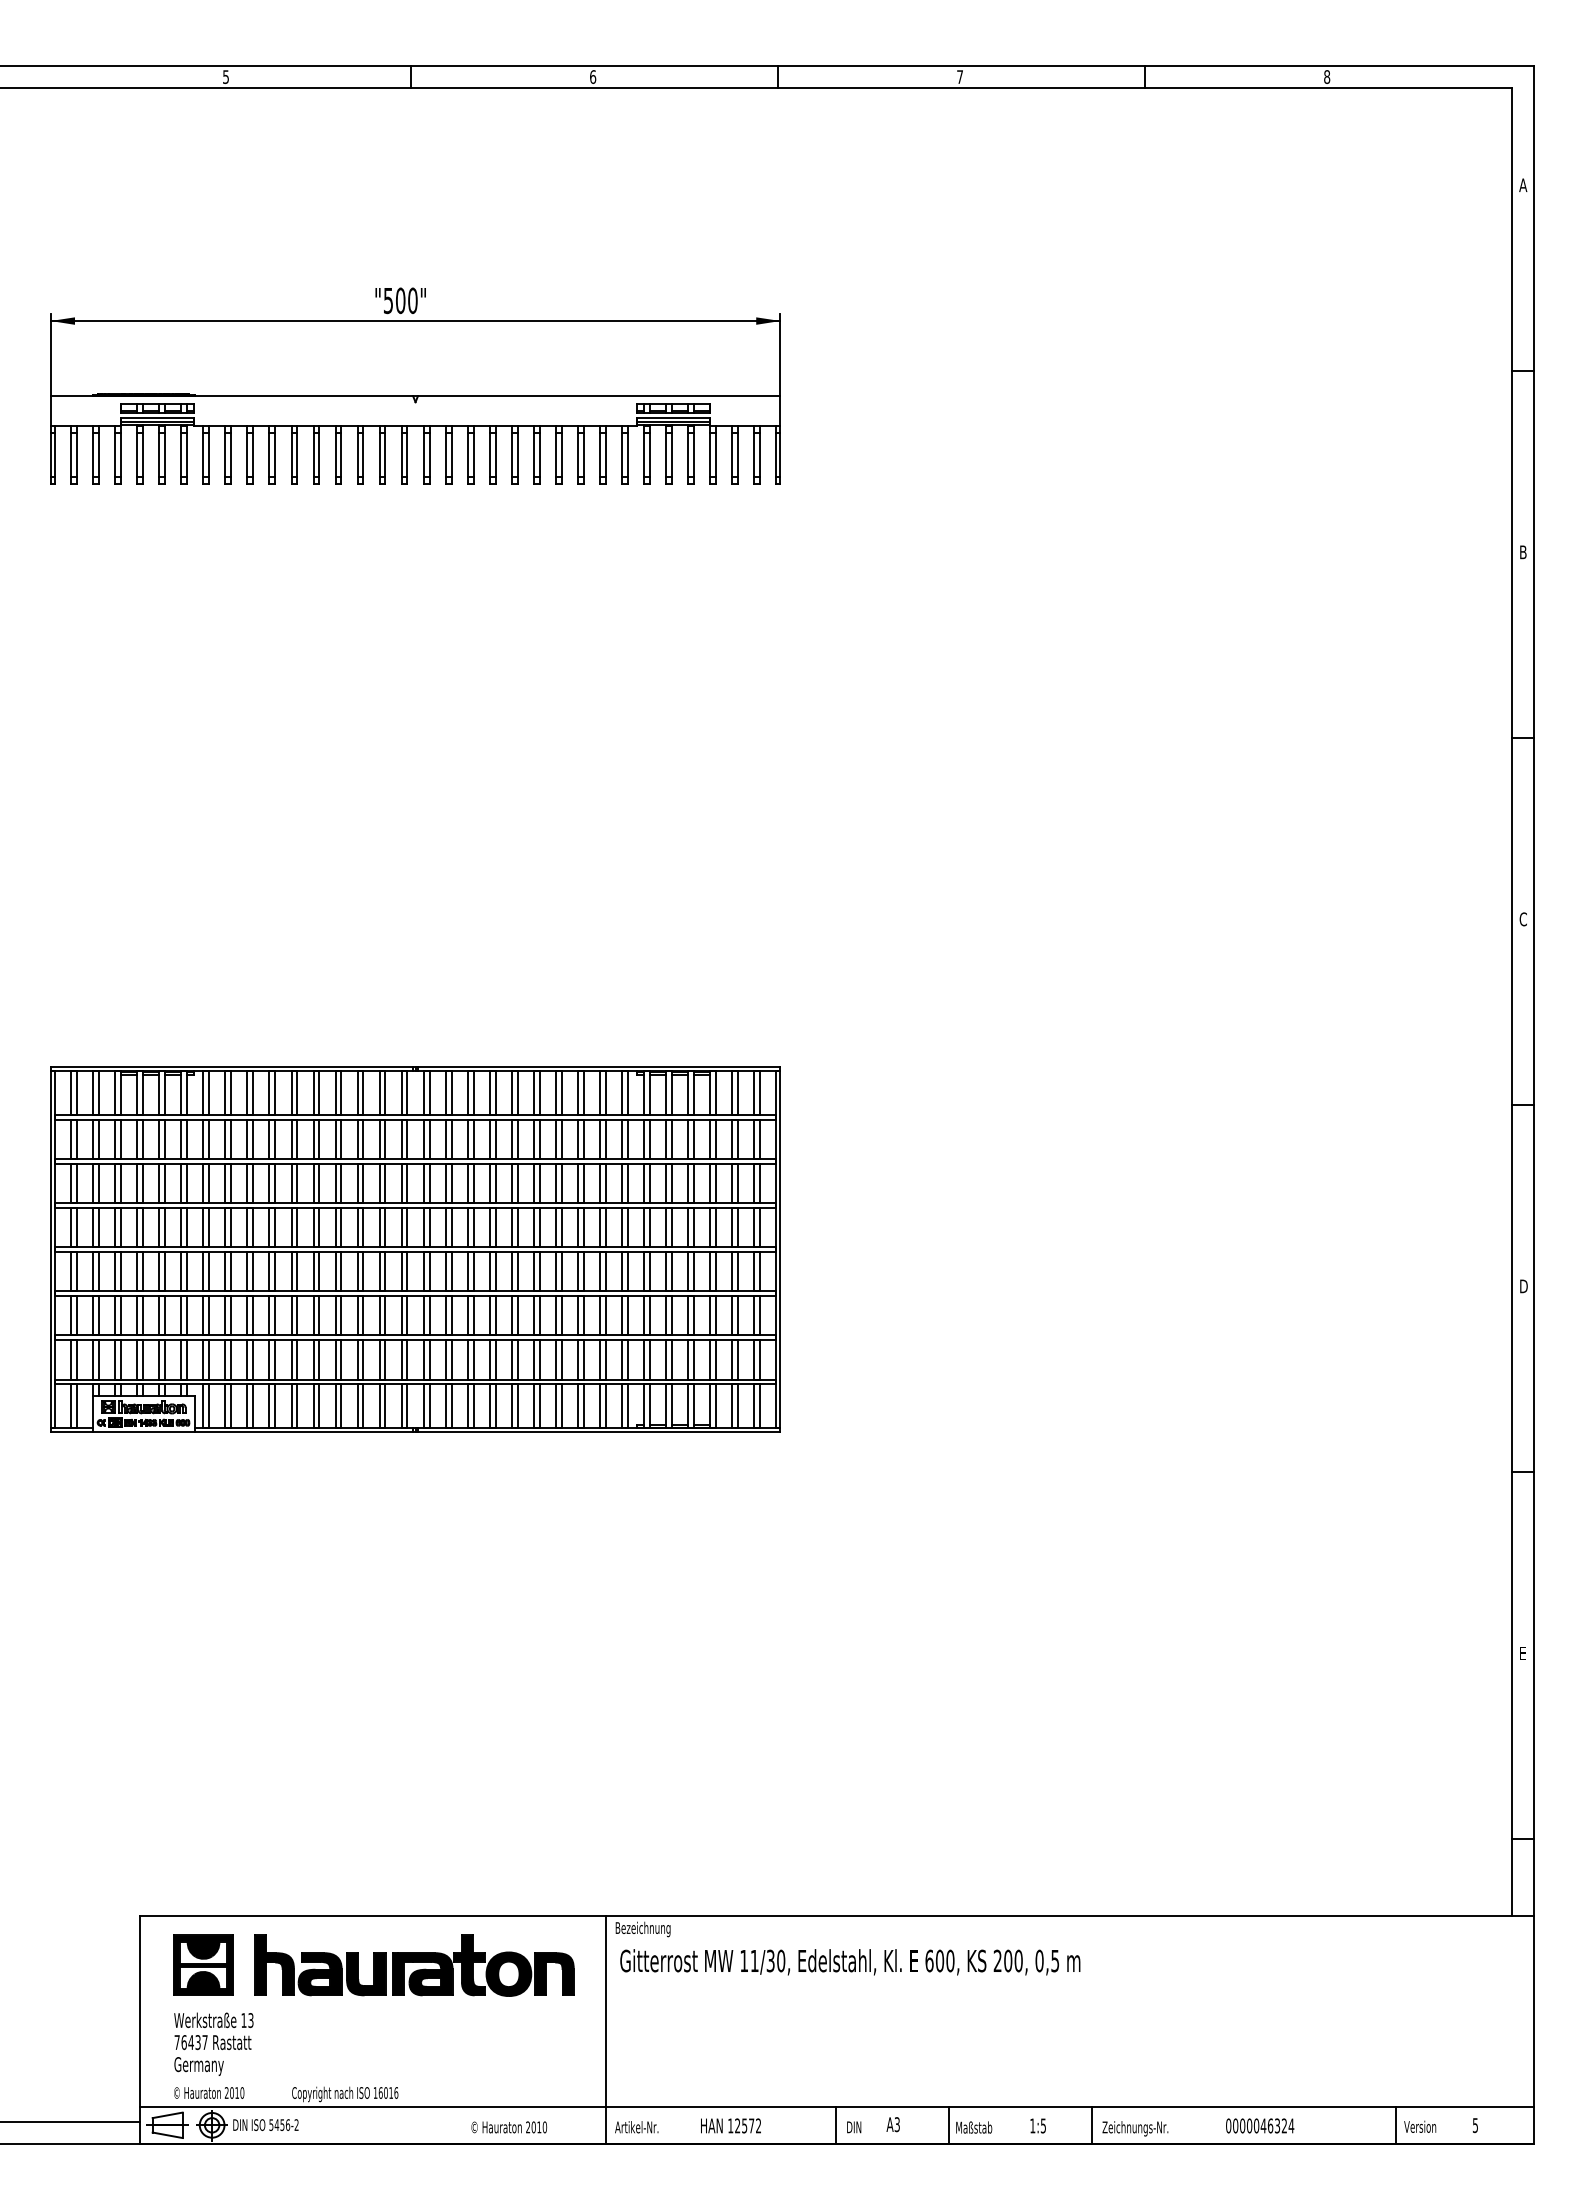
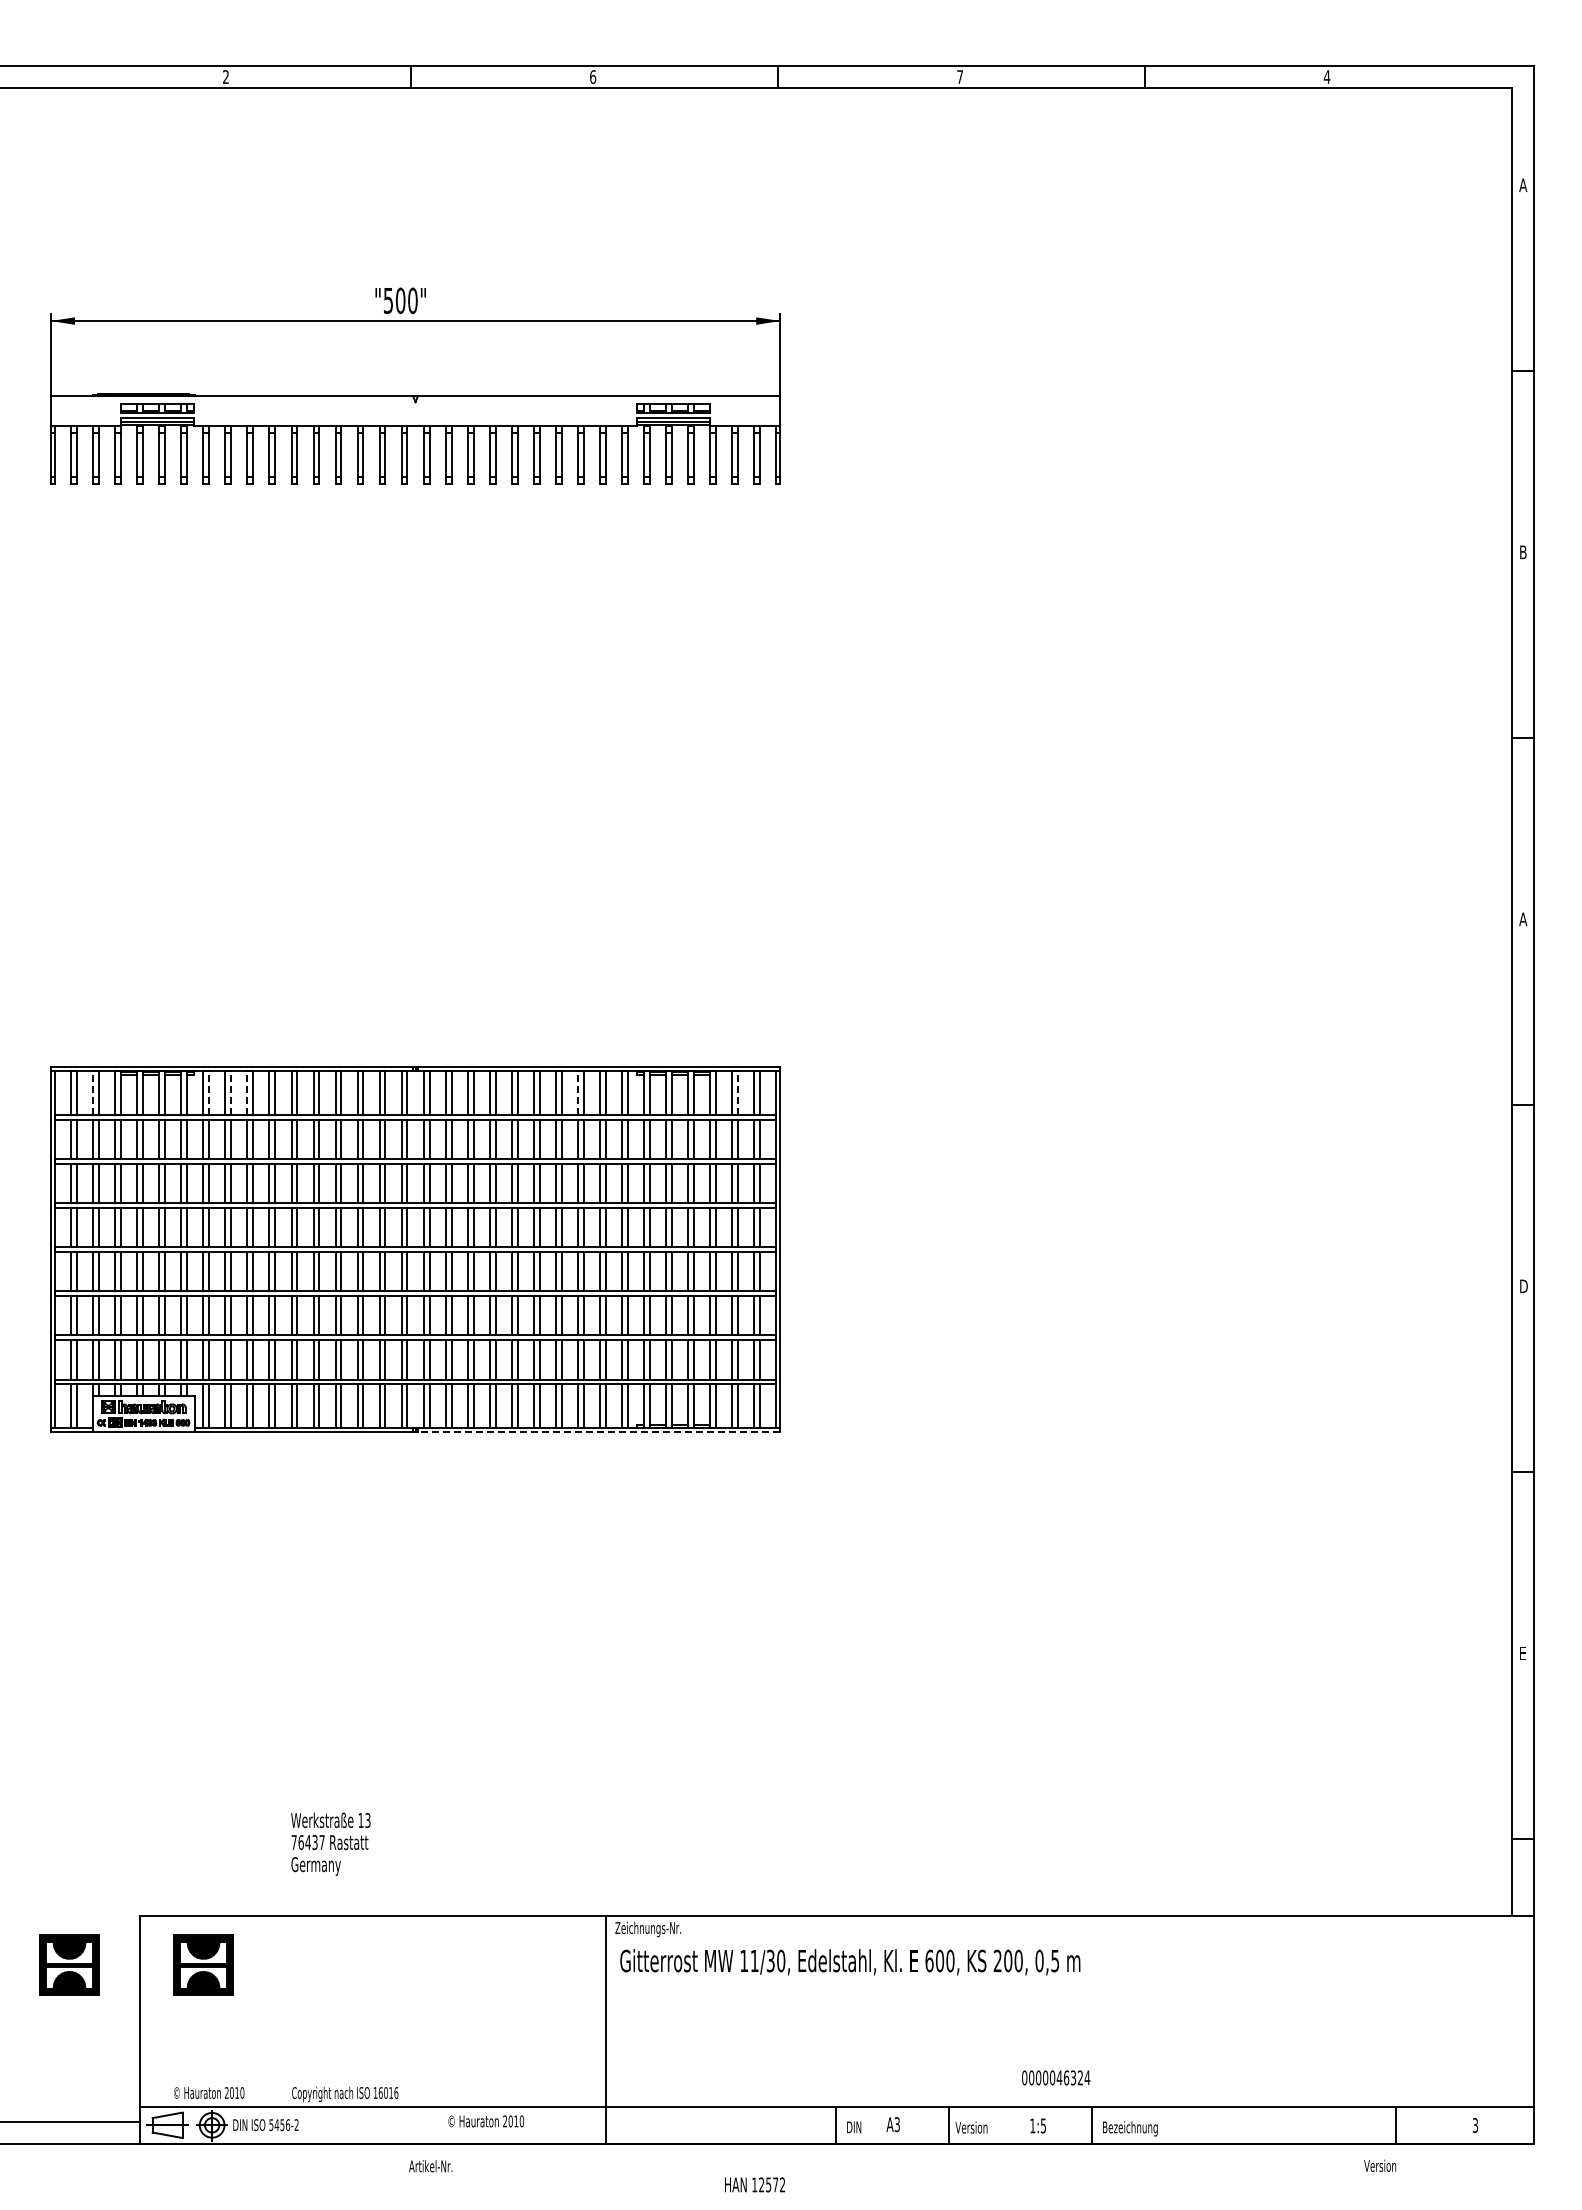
text at (1326, 76): 8 -> 4
text at (225, 77): 5 -> 2
text at (1523, 919): C -> A
line at (93, 1092): solid -> dashed
line at (209, 1092): solid -> dashed
line at (231, 1092): solid -> dashed
line at (247, 1092): solid -> dashed
line at (577, 1092): solid -> dashed
line at (737, 1092): solid -> dashed
line at (598, 1432): solid -> dashed
text at (648, 1929): Bezeichnung -> Zeichnungs-Nr.
part at (69, 1964): none -> present
part at (414, 1965): present -> none
text at (213, 2043) position: (213, 2043) -> (330, 1843)
text at (1475, 2124): 5 -> 3
text at (730, 2125) position: (730, 2125) -> (754, 2184)
text at (1260, 2125) position: (1260, 2125) -> (1056, 2077)
text at (1420, 2126) position: (1420, 2126) -> (1380, 2165)
text at (509, 2127) position: (509, 2127) -> (486, 2121)
text at (636, 2127) position: (636, 2127) -> (430, 2166)
text at (973, 2127): Maßstab -> Version
text at (1135, 2128): Zeichnungs-Nr. -> Bezeichnung
